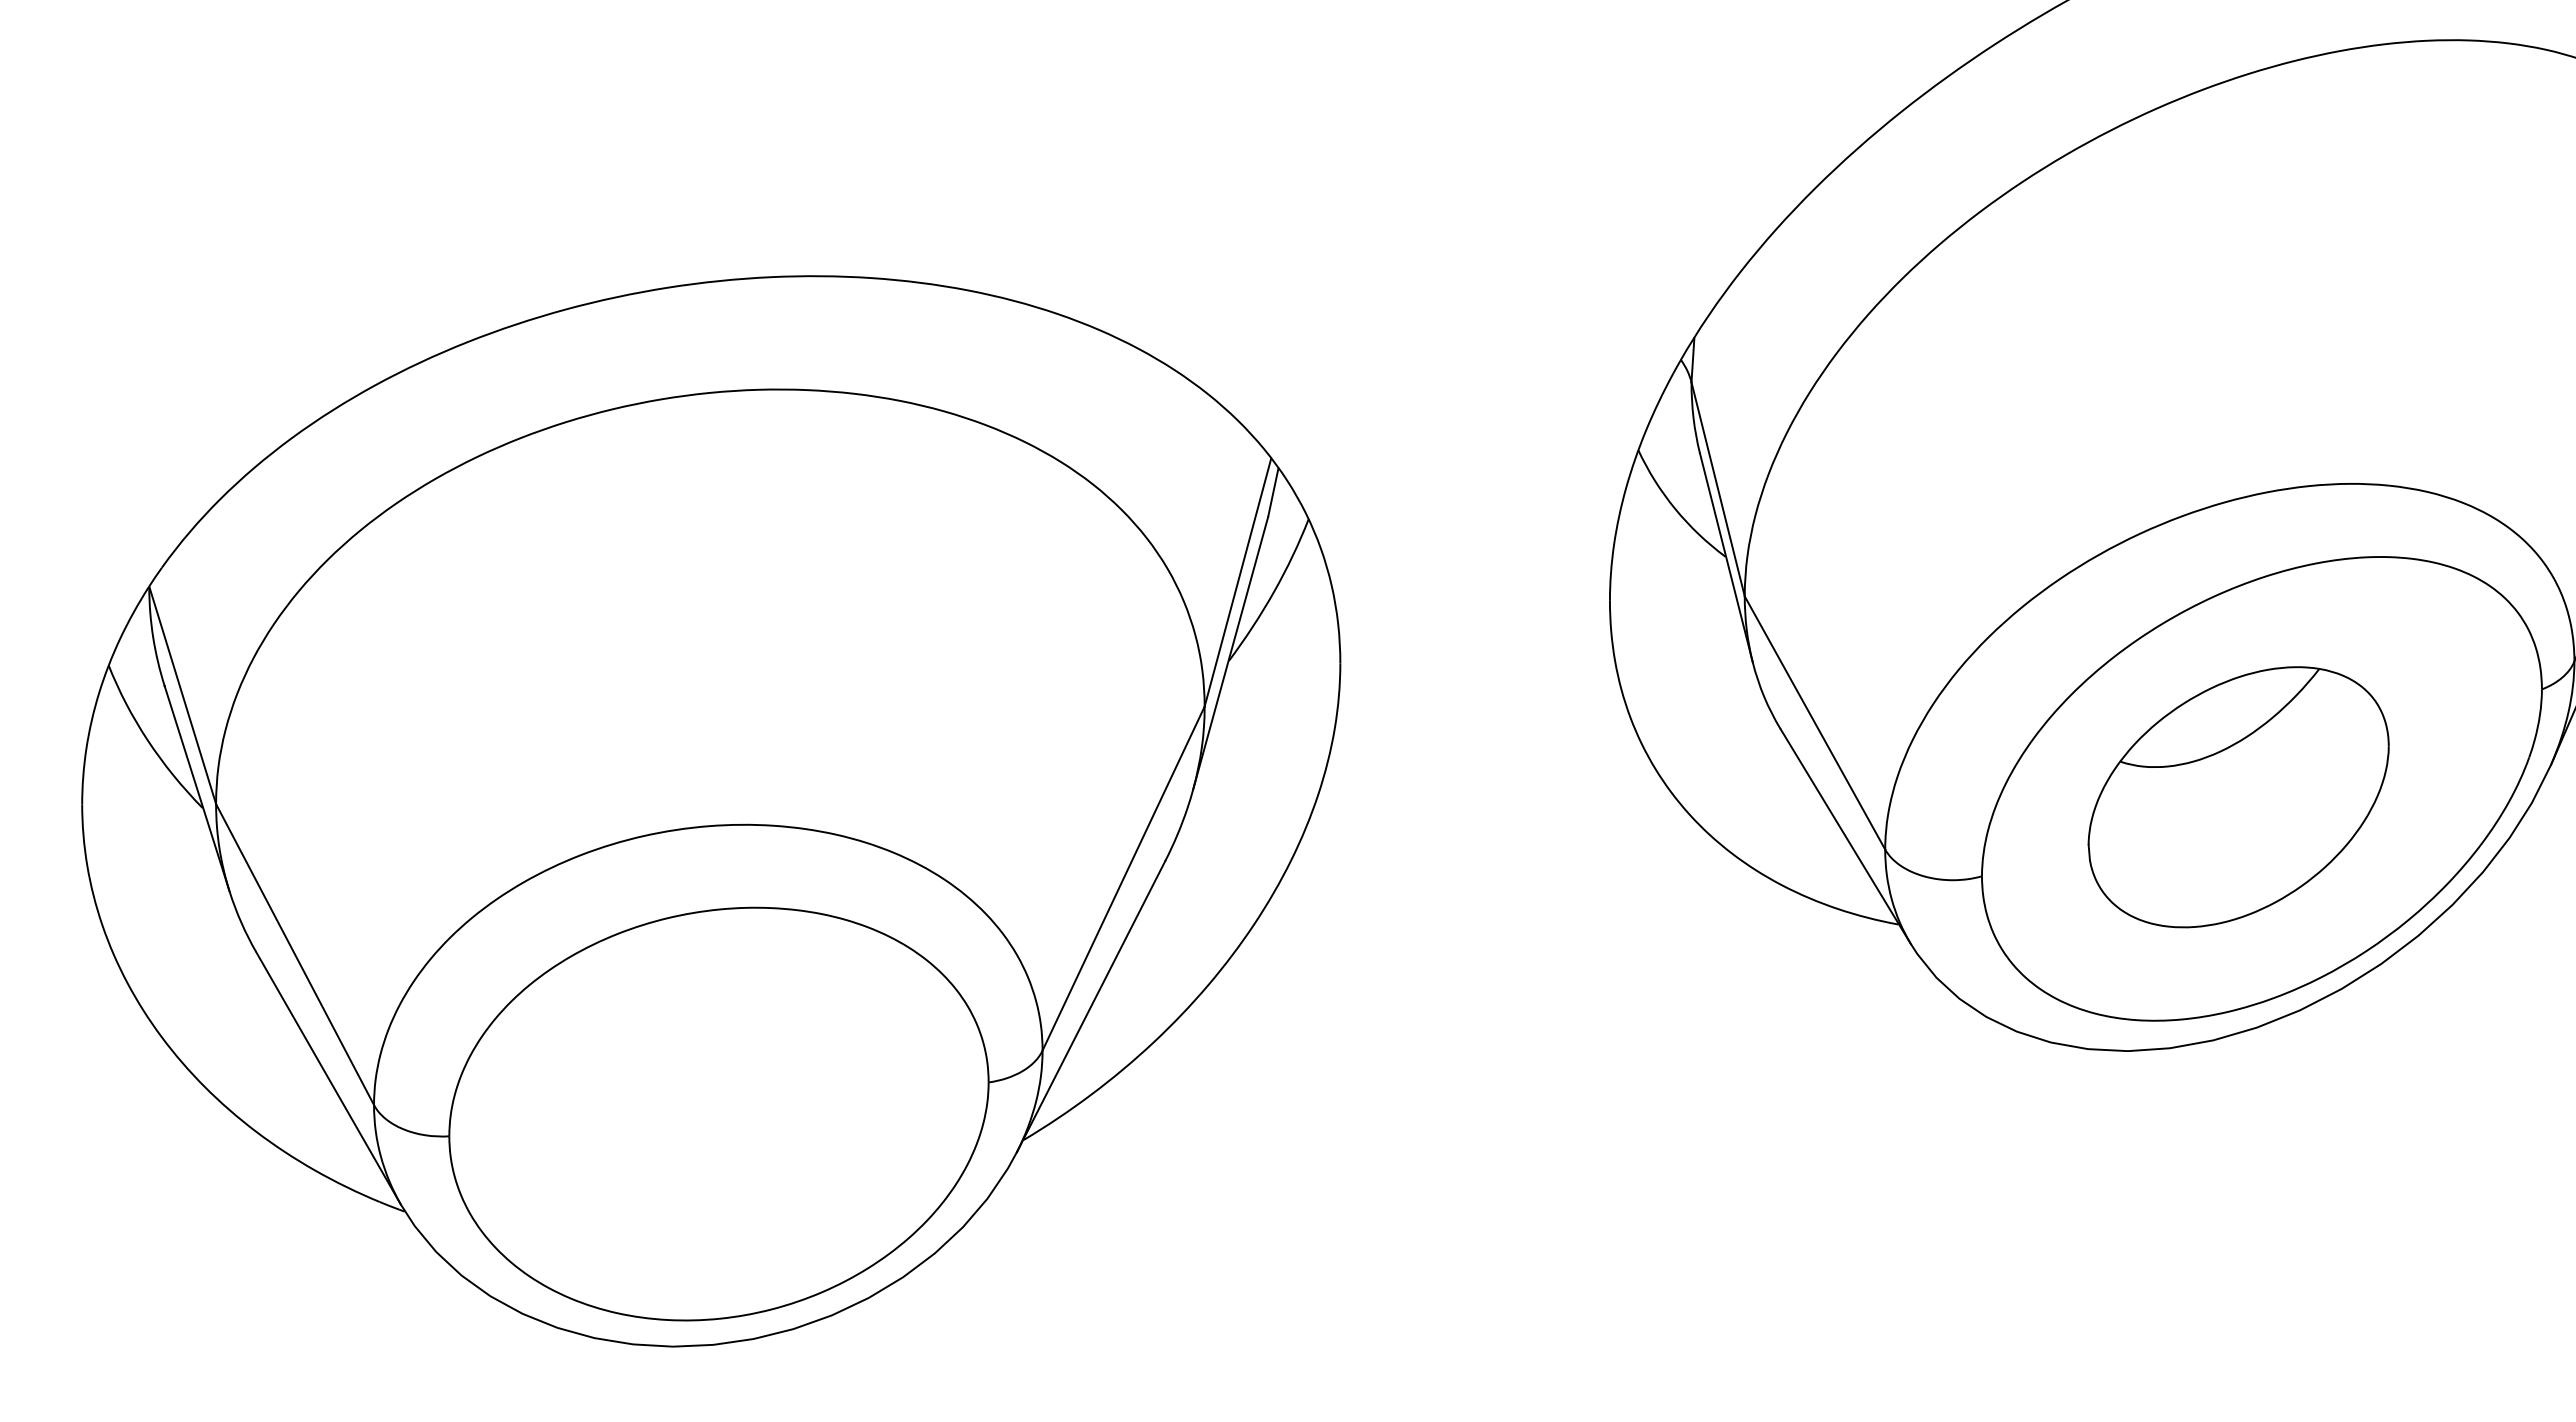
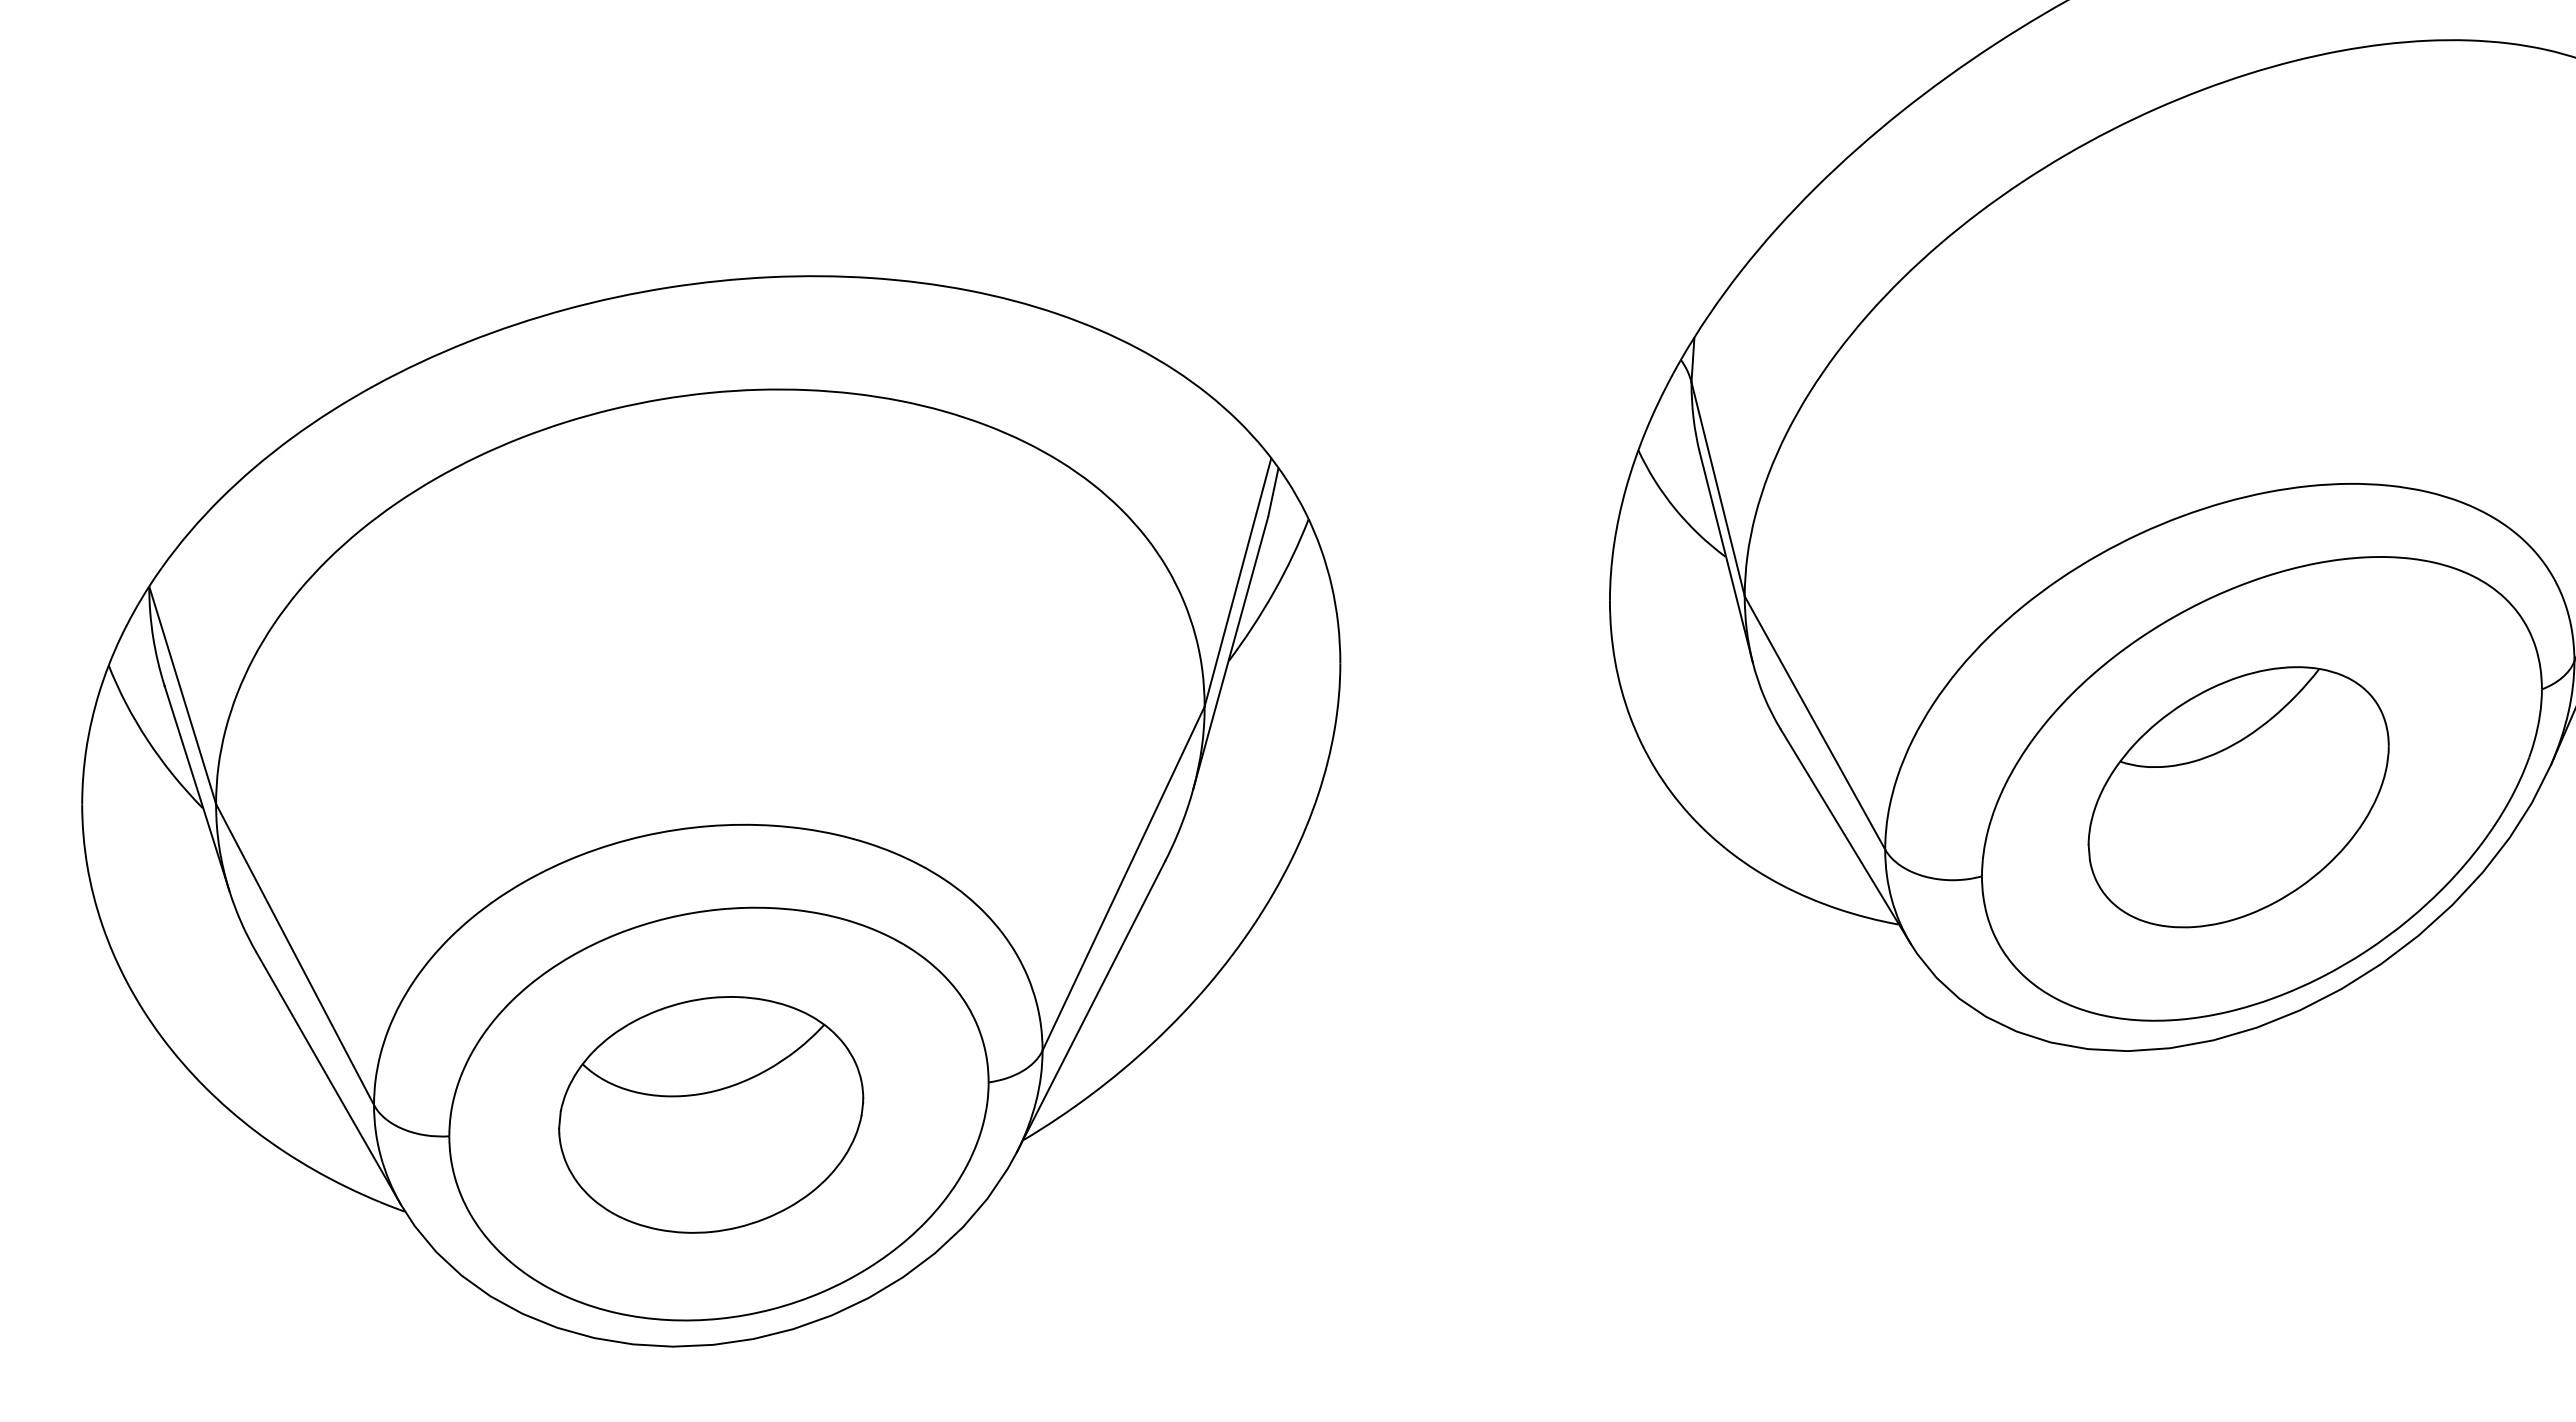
part at (711, 1114): none -> present
